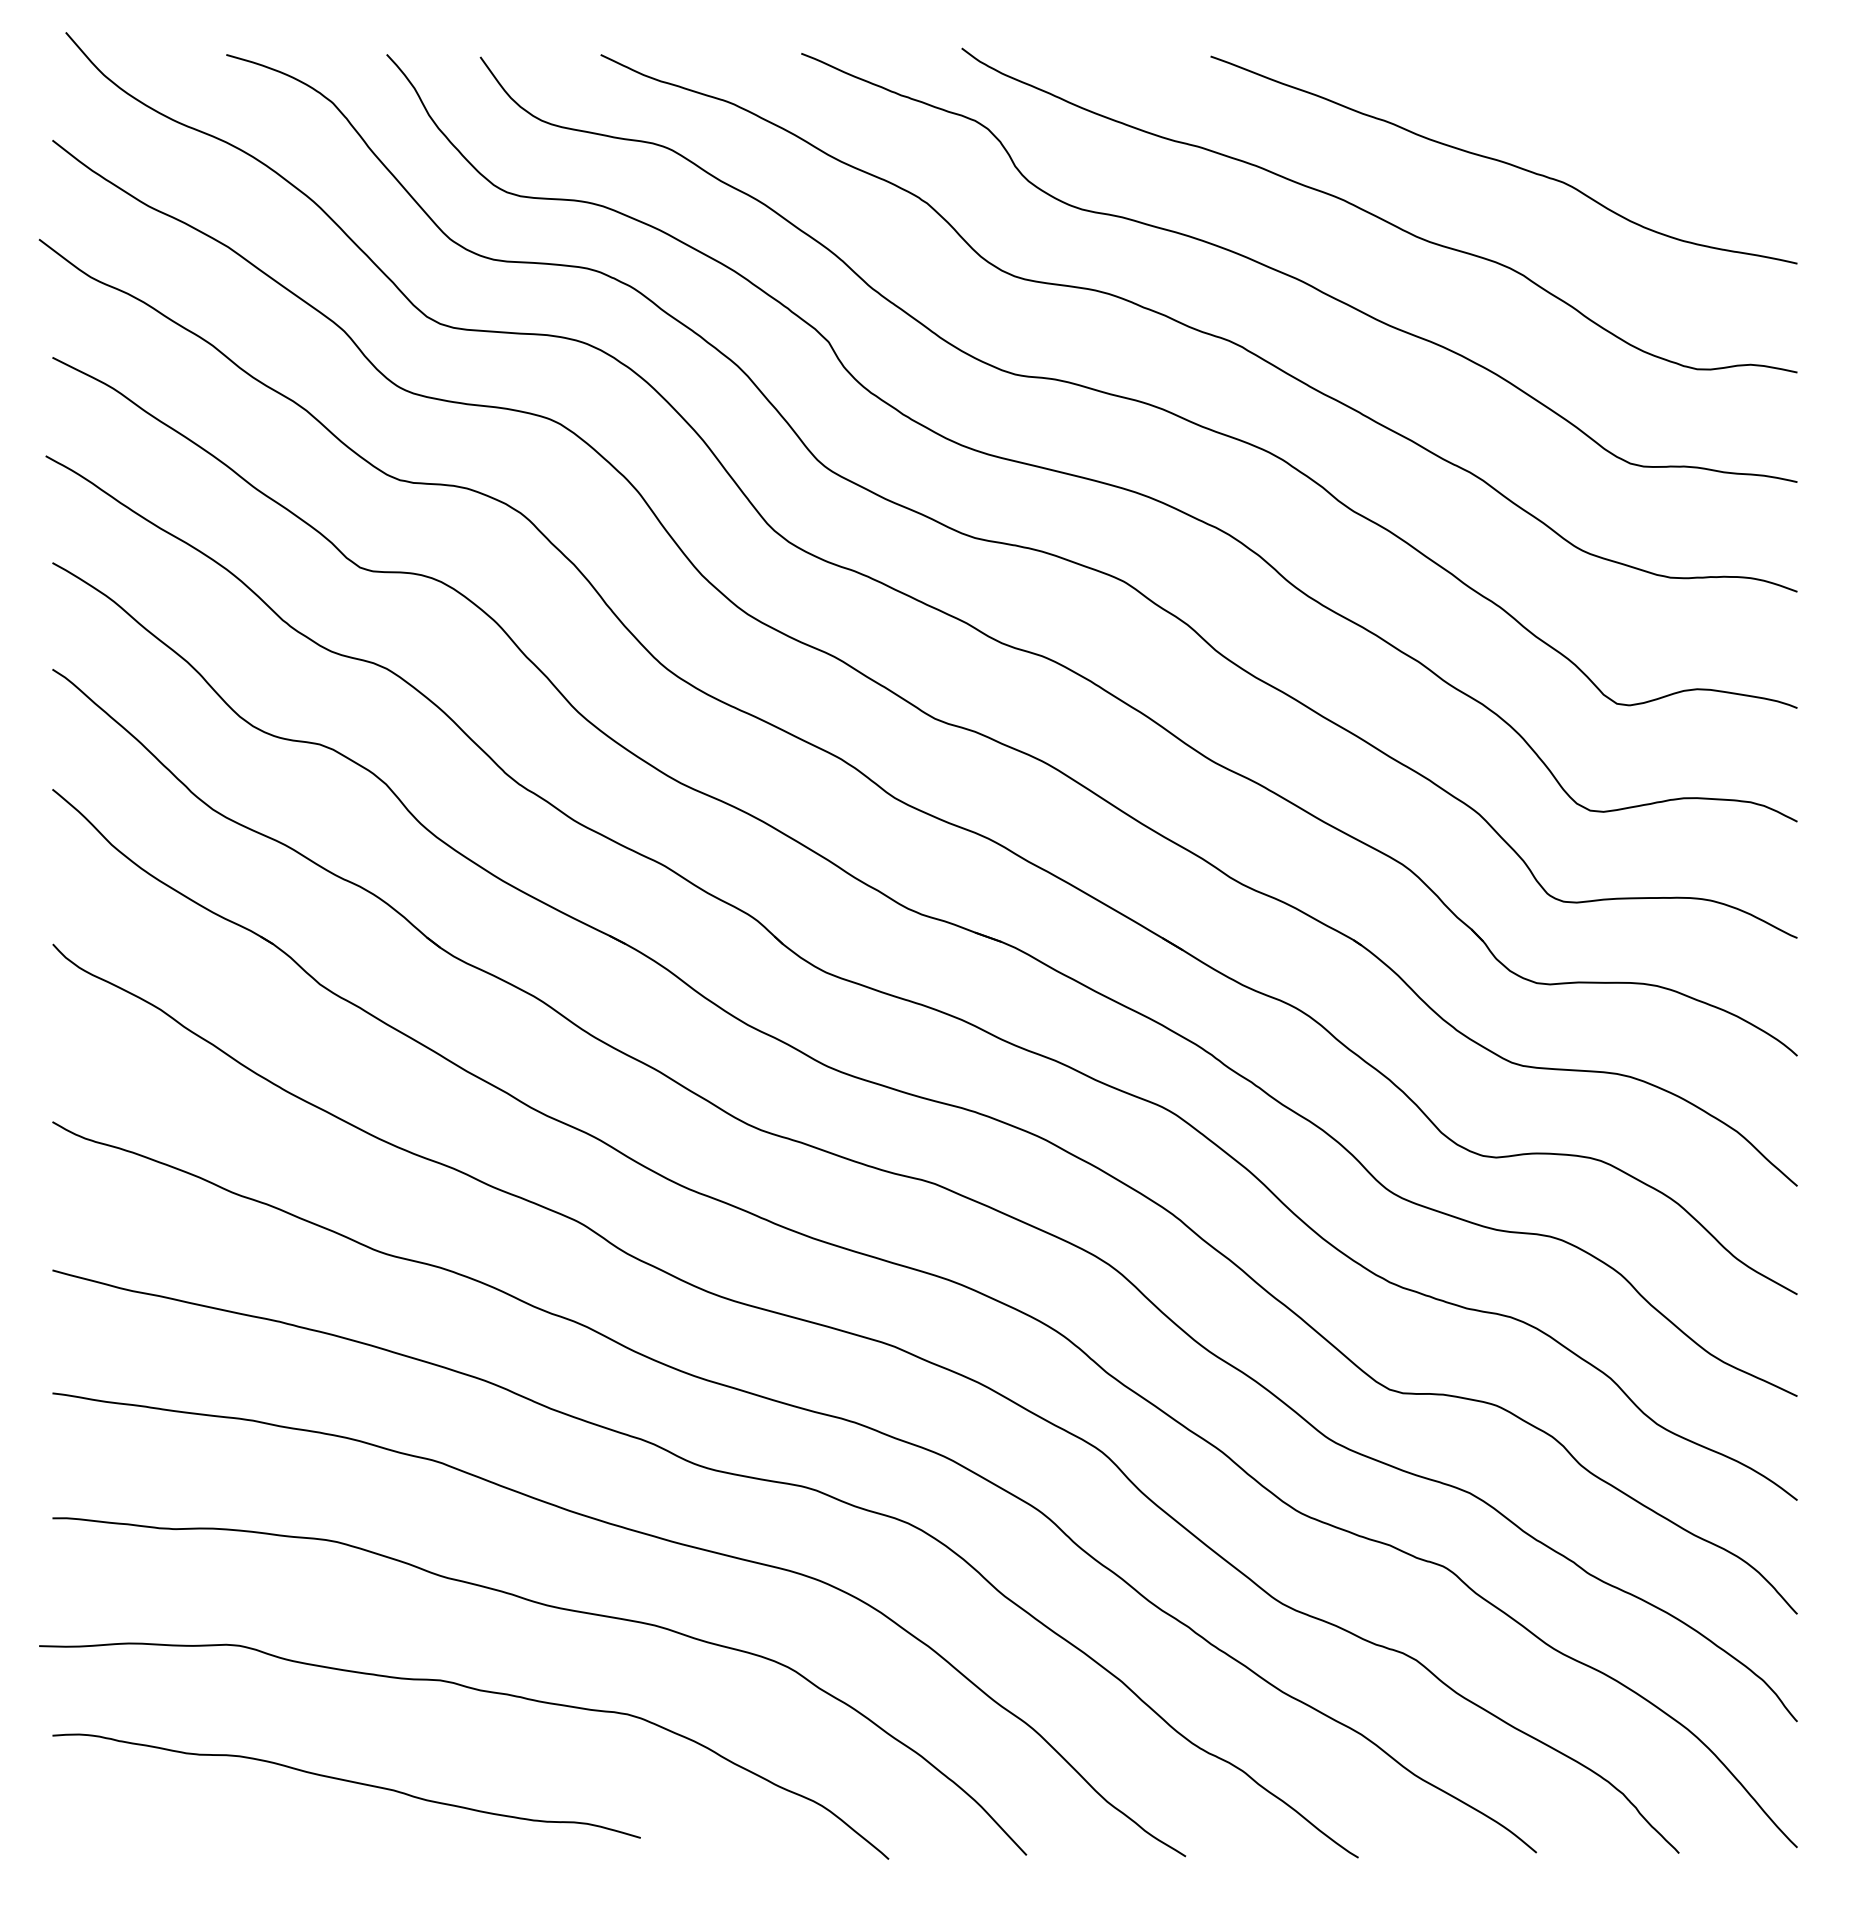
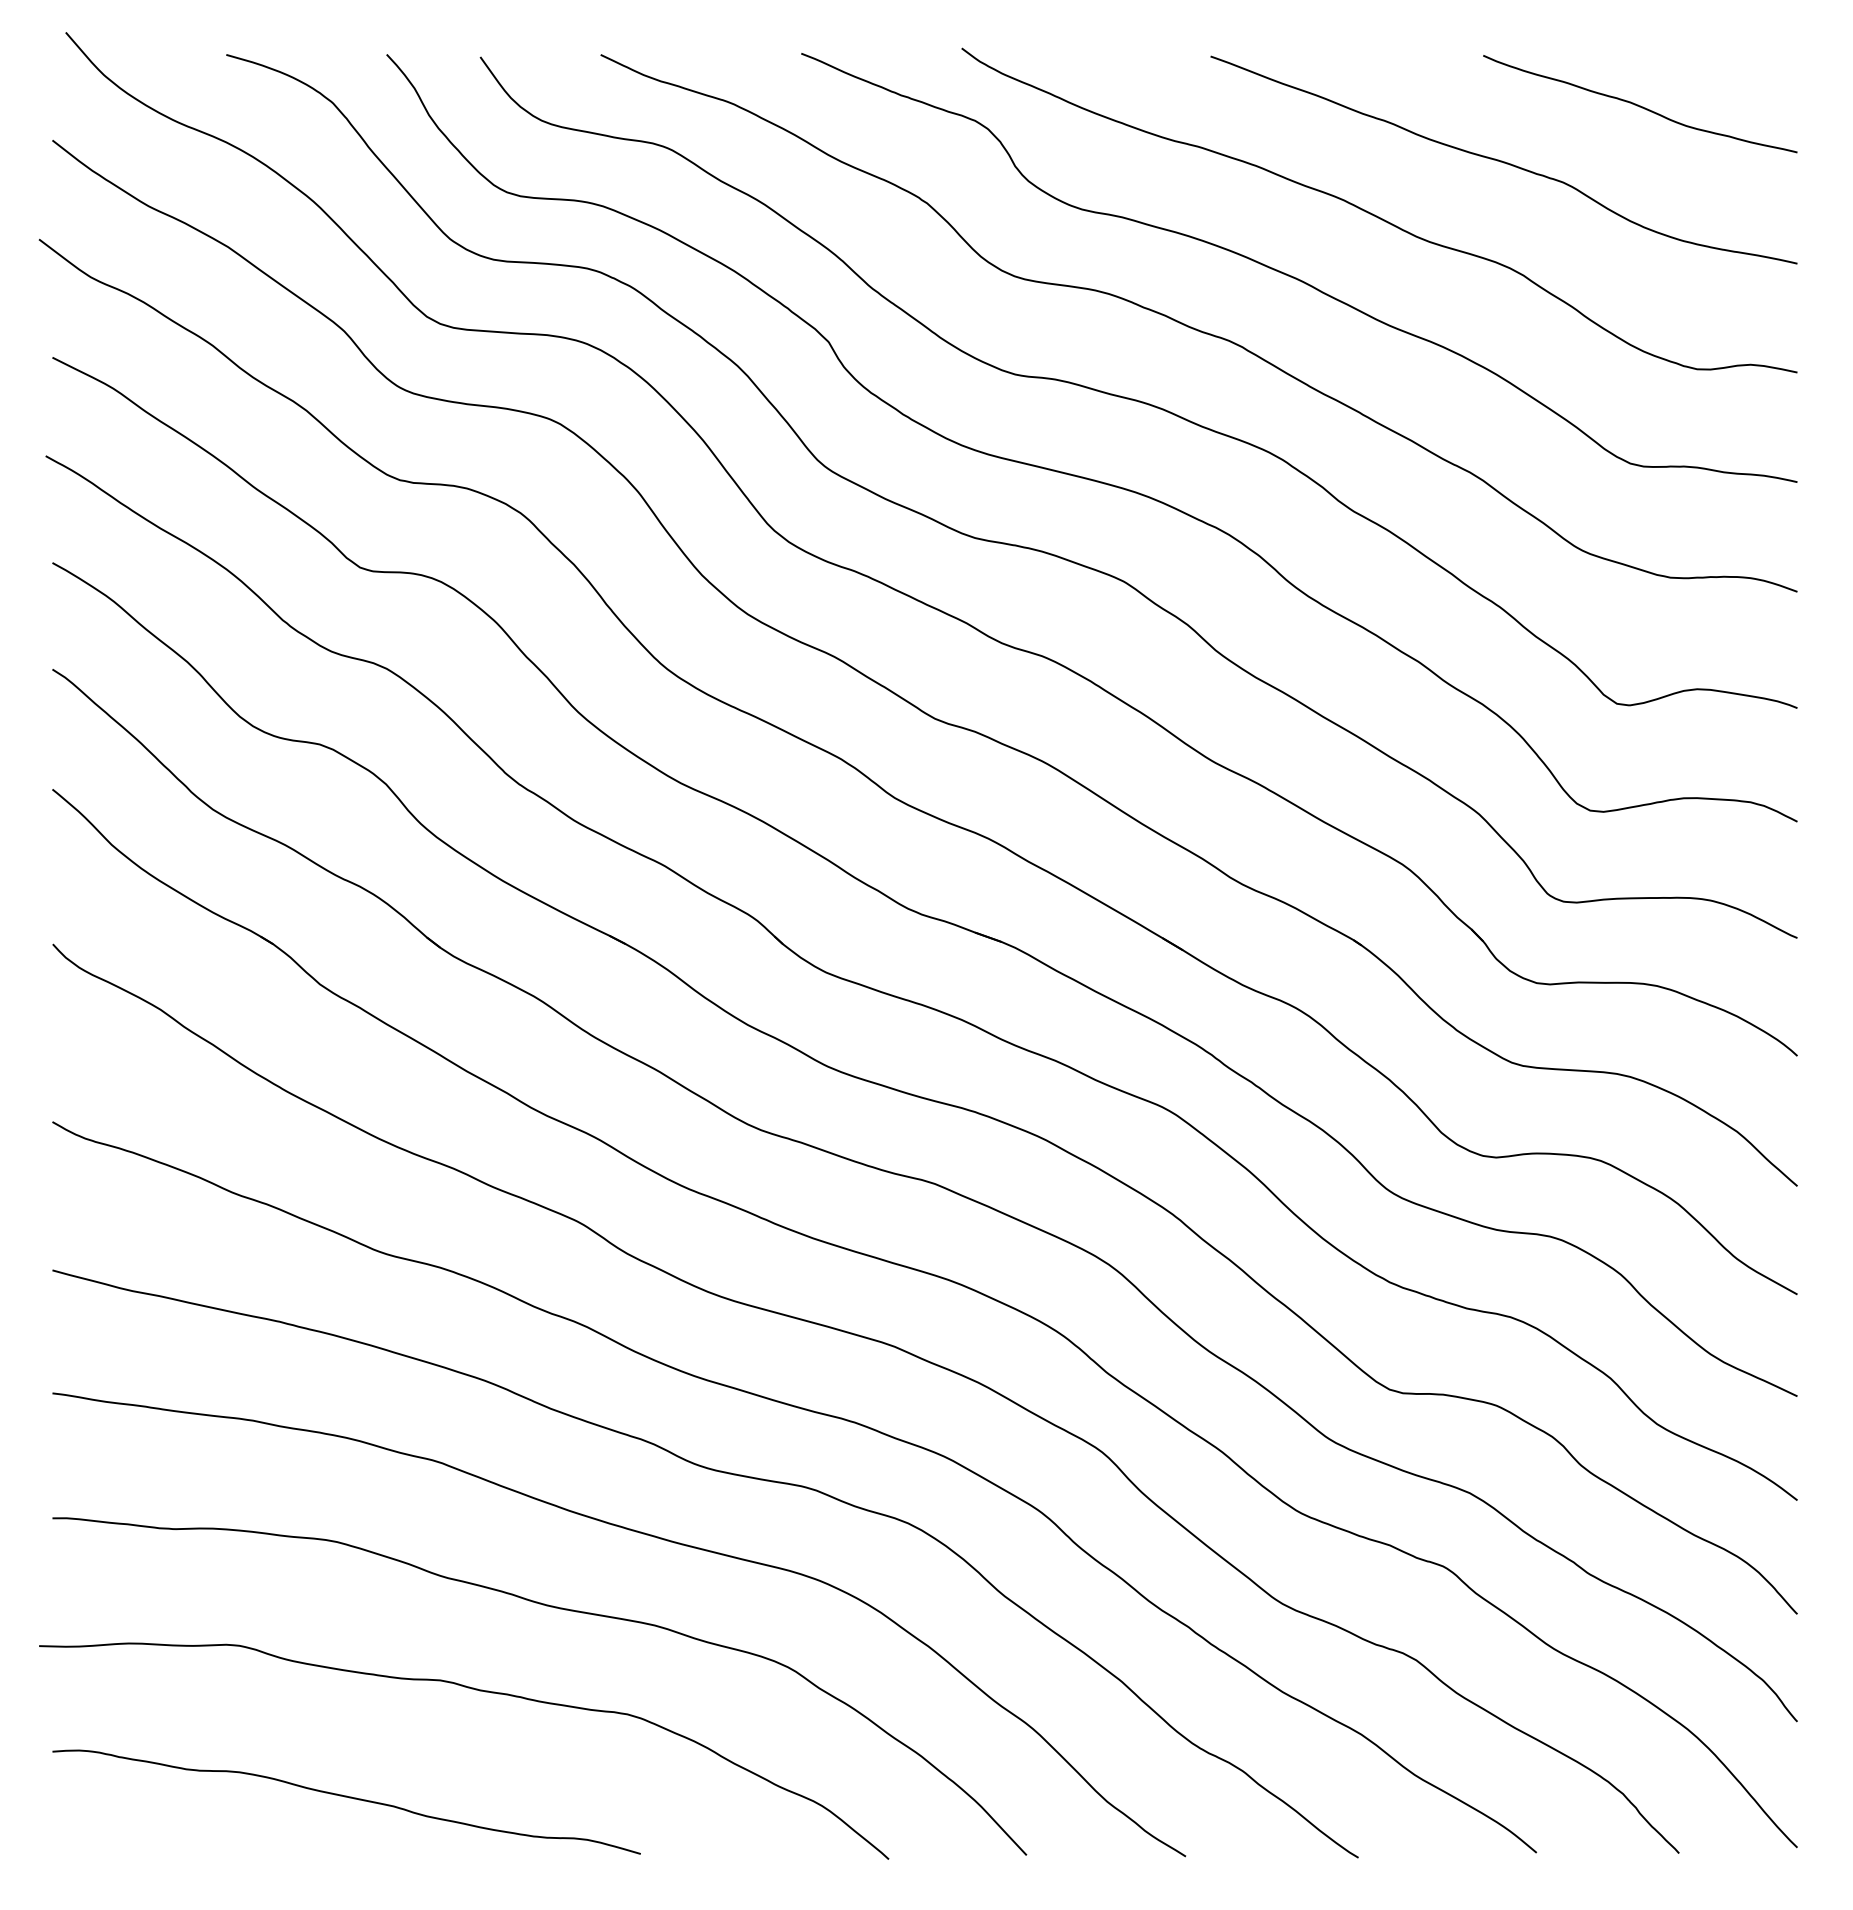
curve at (1640, 105): none -> present
curve at (346, 1781) position: (346, 1781) -> (346, 1797)
